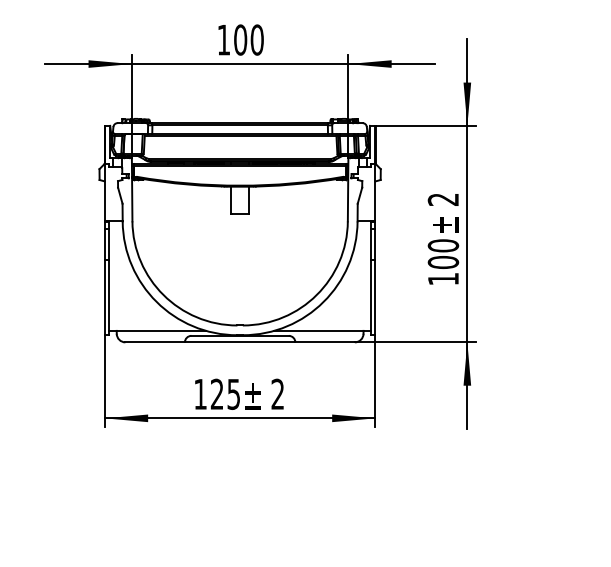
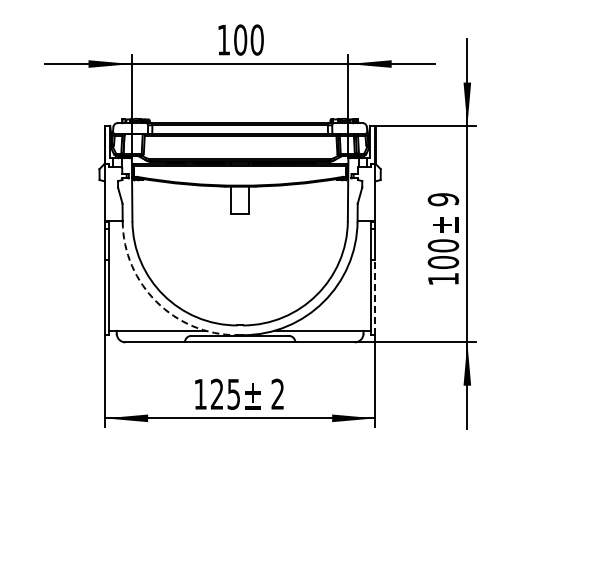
text at (443, 199): 2 -> 9
line at (375, 297): solid -> dashed
arc at (156, 301): solid -> dashed
